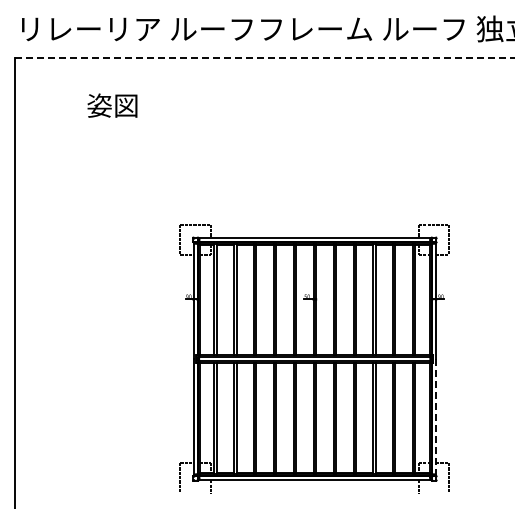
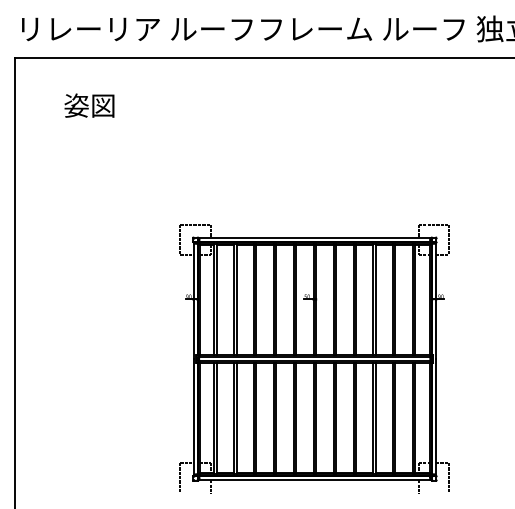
line at (265, 57): dashed -> solid
text at (112, 105) position: (112, 105) -> (89, 105)
line at (436, 416): dashed -> solid
